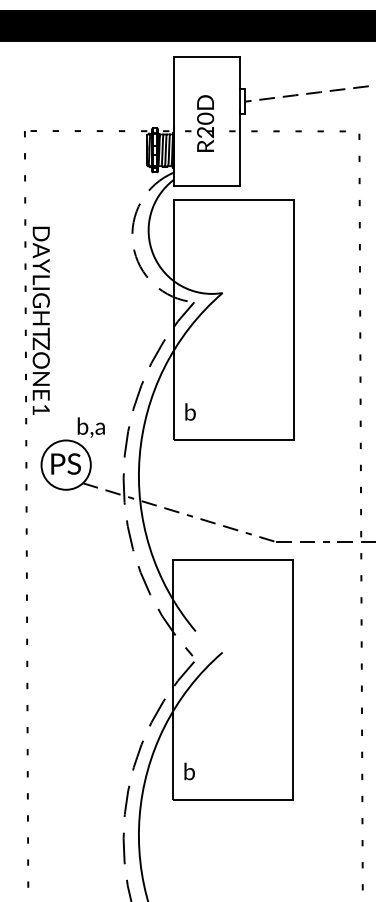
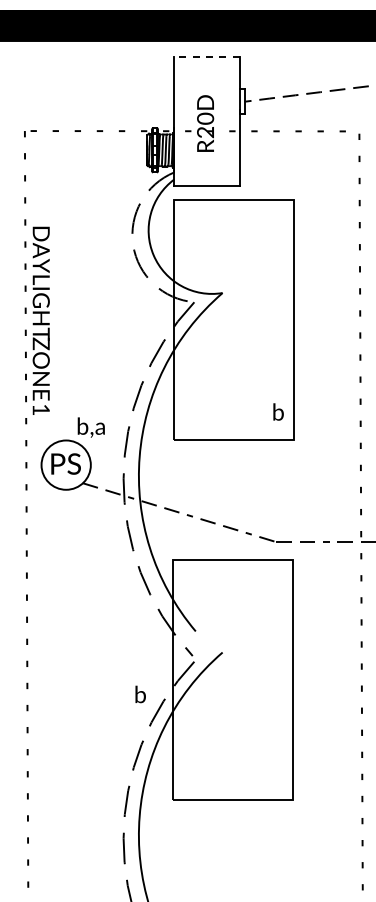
line at (206, 57): solid -> dashed
text at (190, 411) position: (190, 411) -> (278, 411)
text at (189, 771) position: (189, 771) -> (140, 694)
